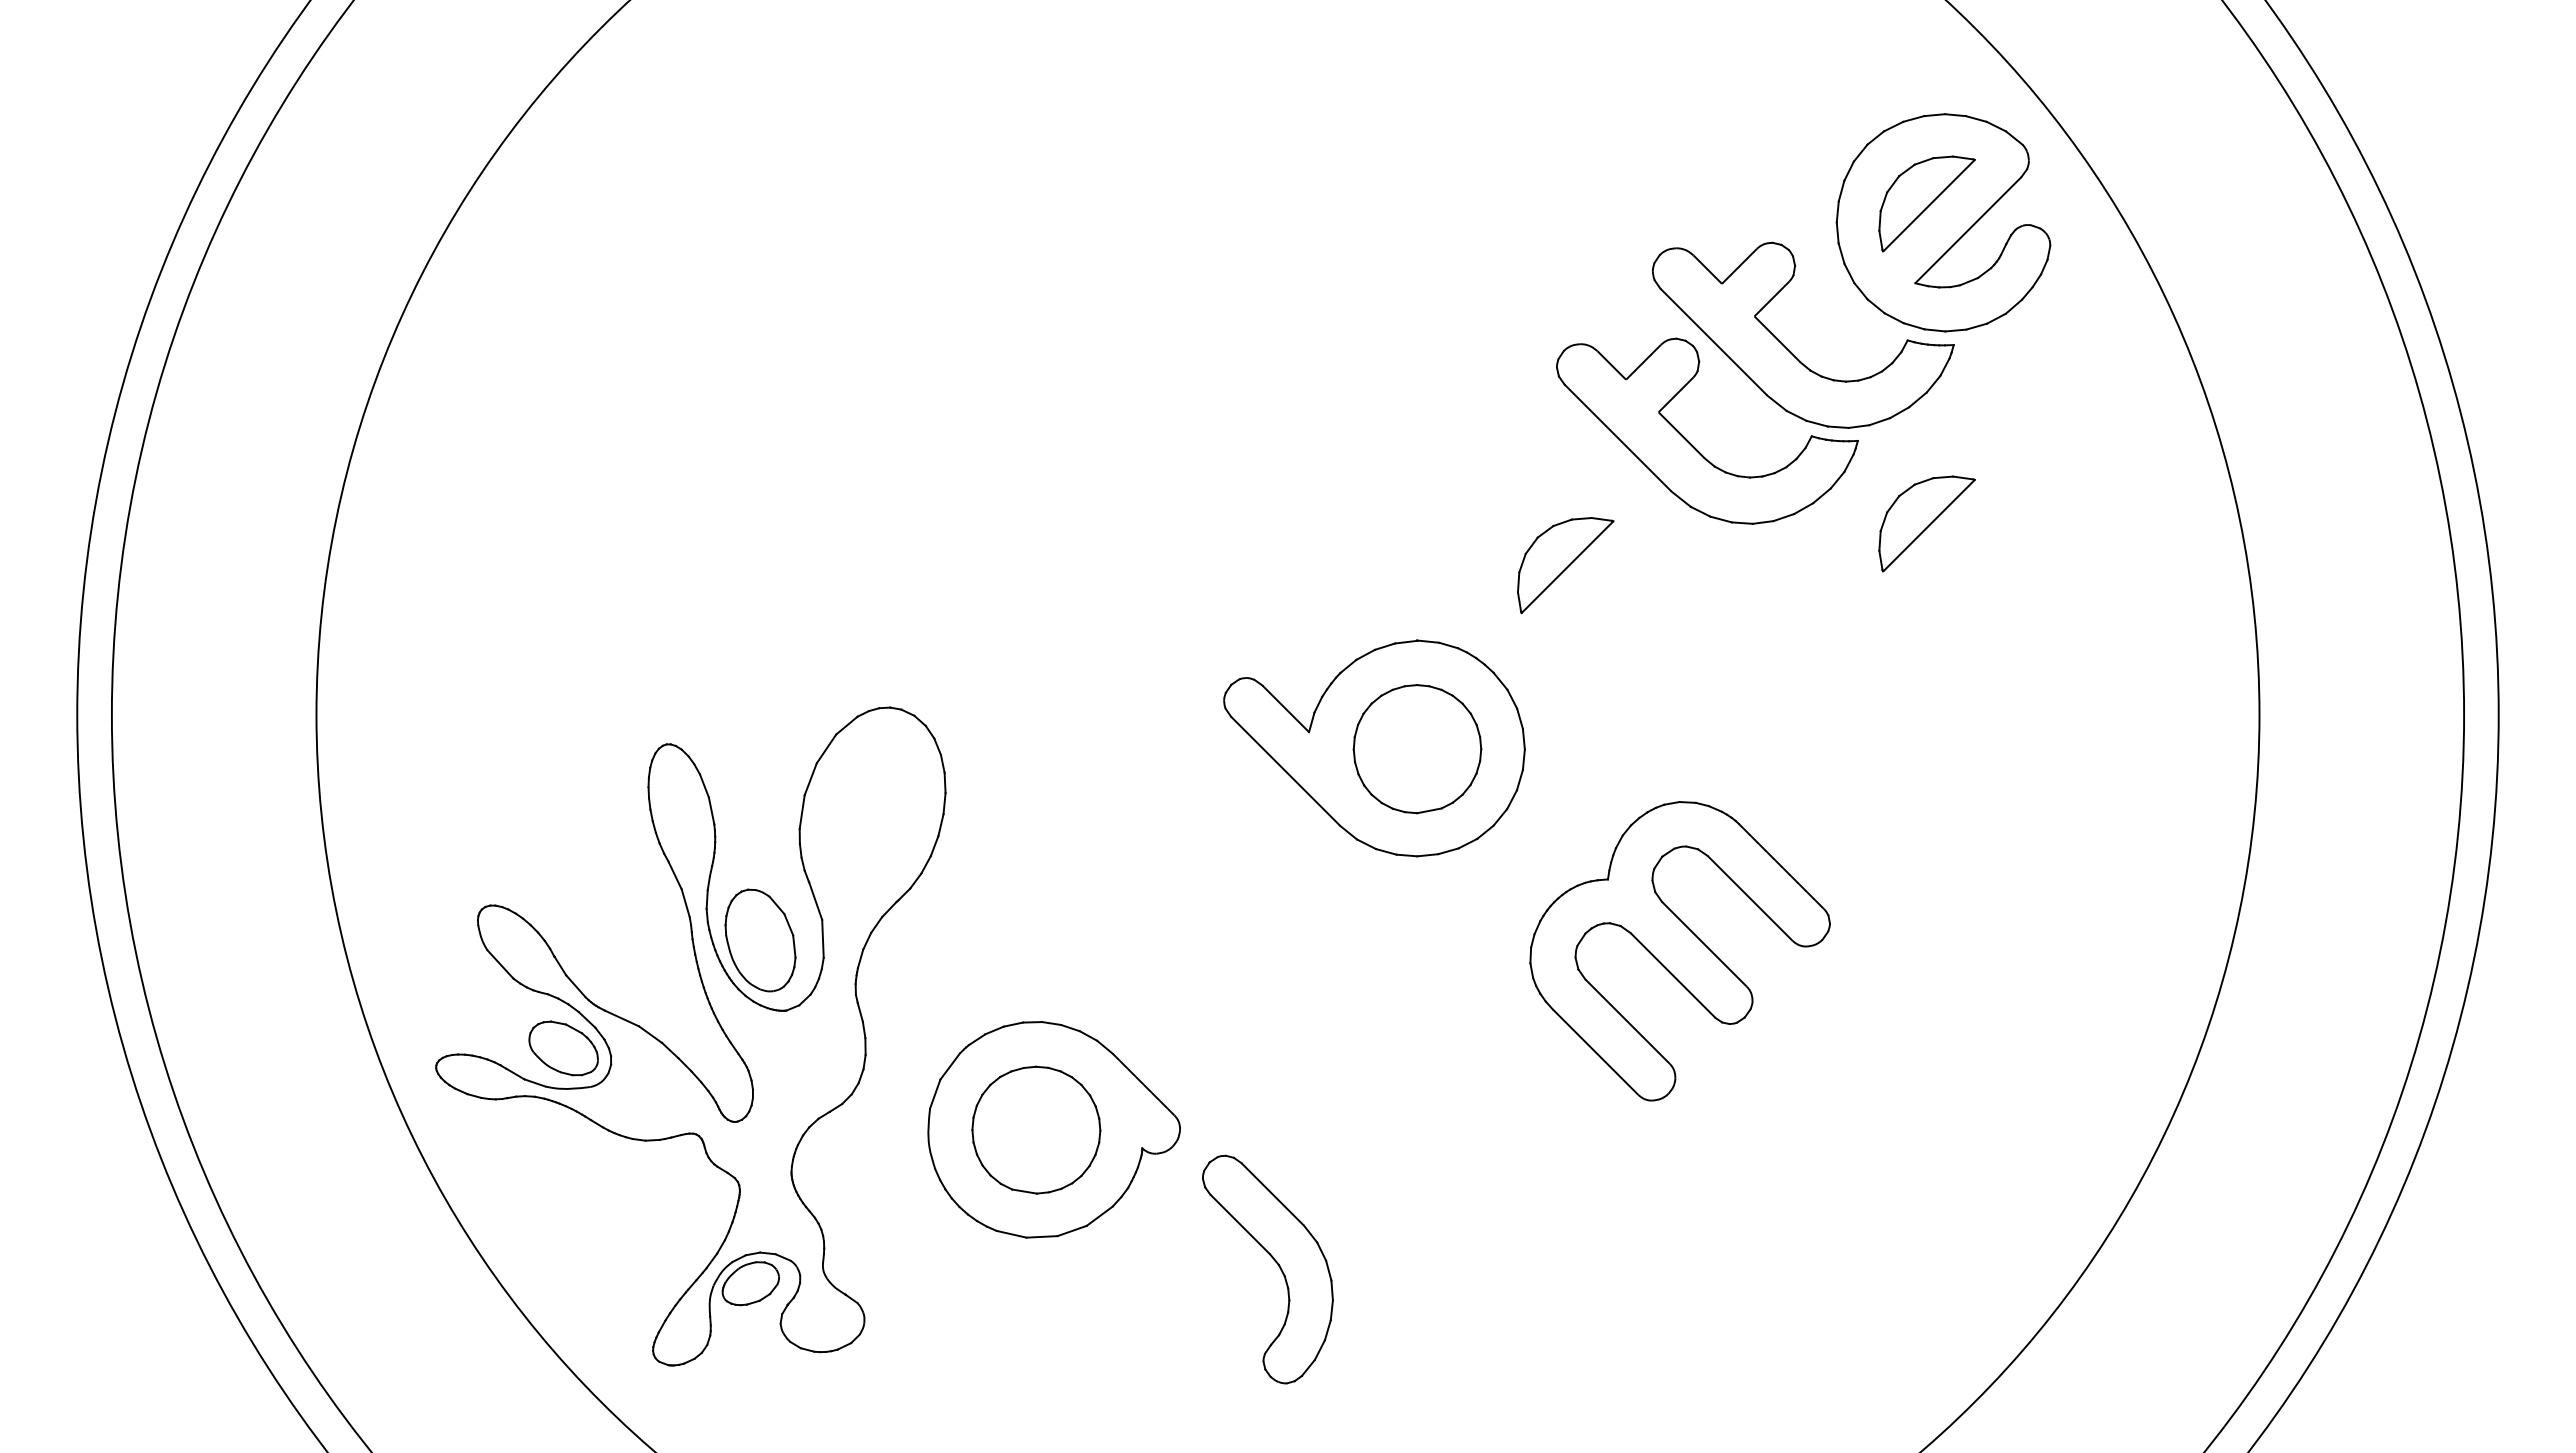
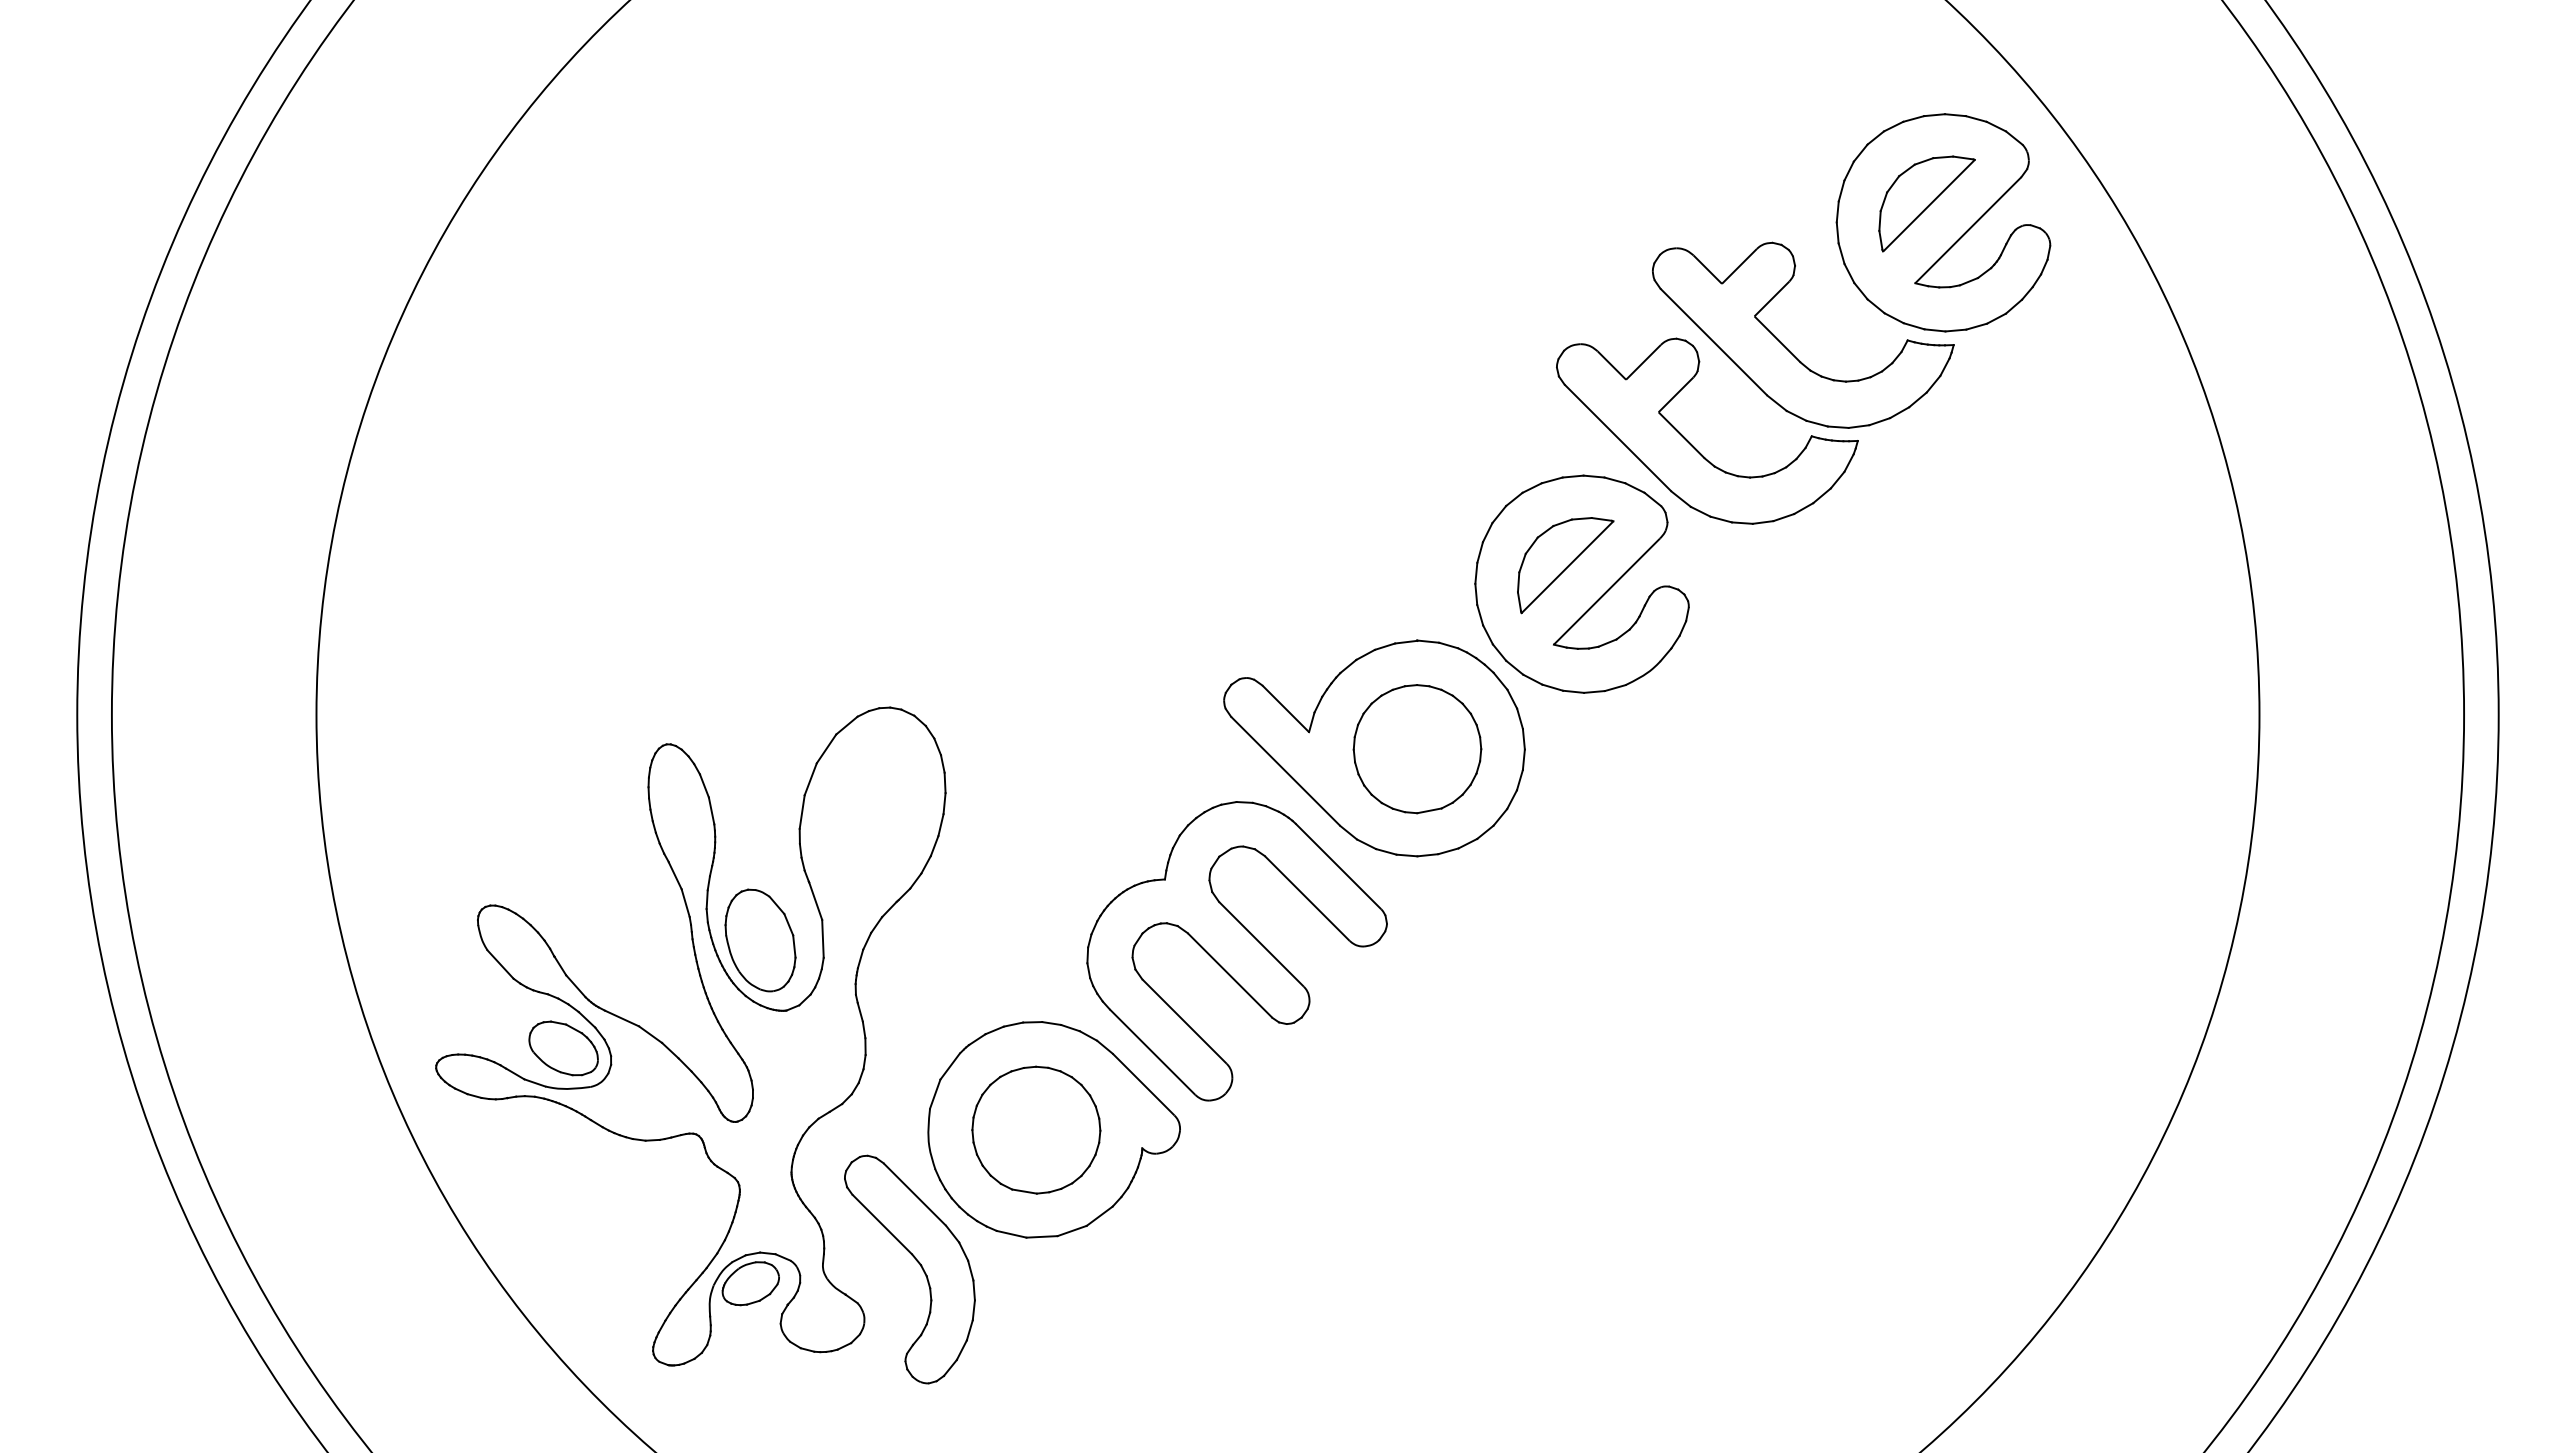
part at (1926, 523): present -> none
part at (1581, 583): none -> present
part at (1679, 951) position: (1679, 951) -> (1236, 951)
part at (1274, 1261) position: (1274, 1261) -> (916, 1261)
